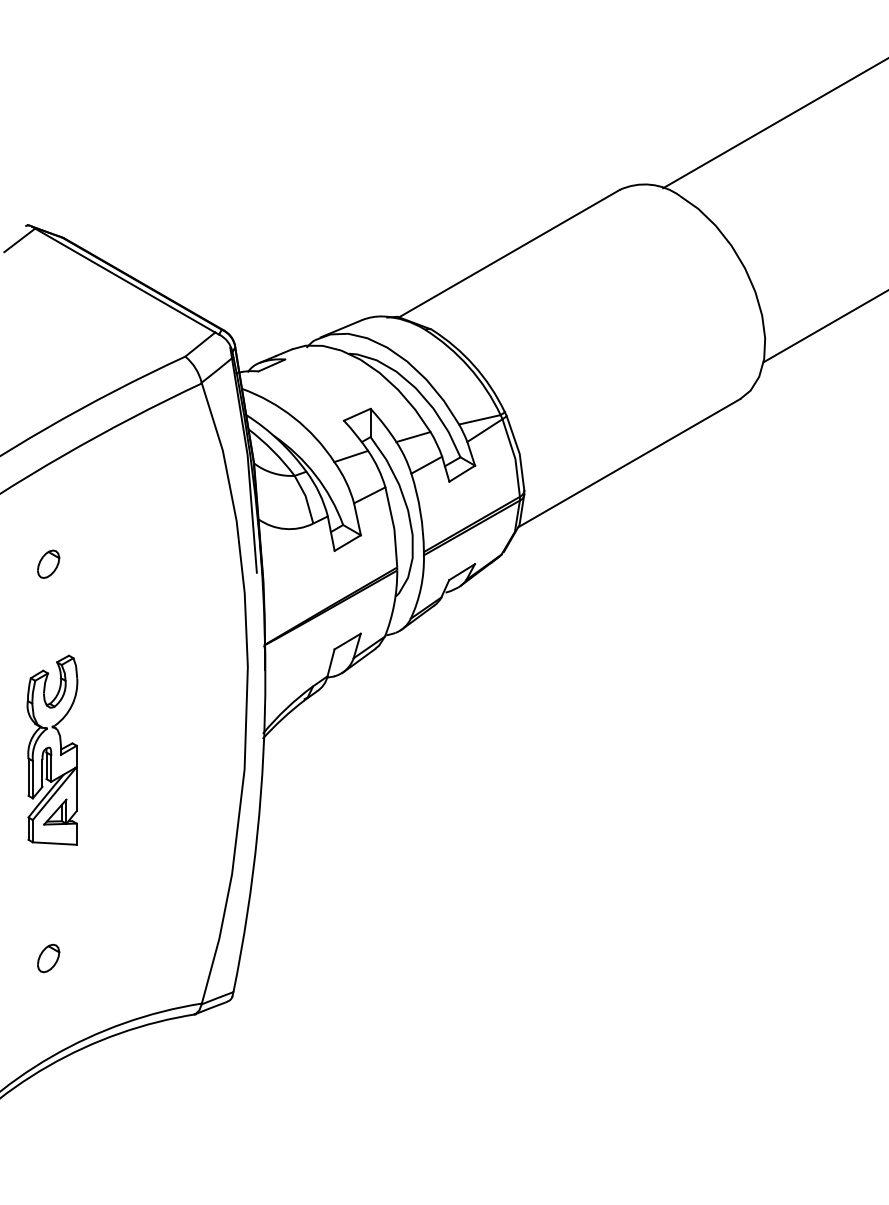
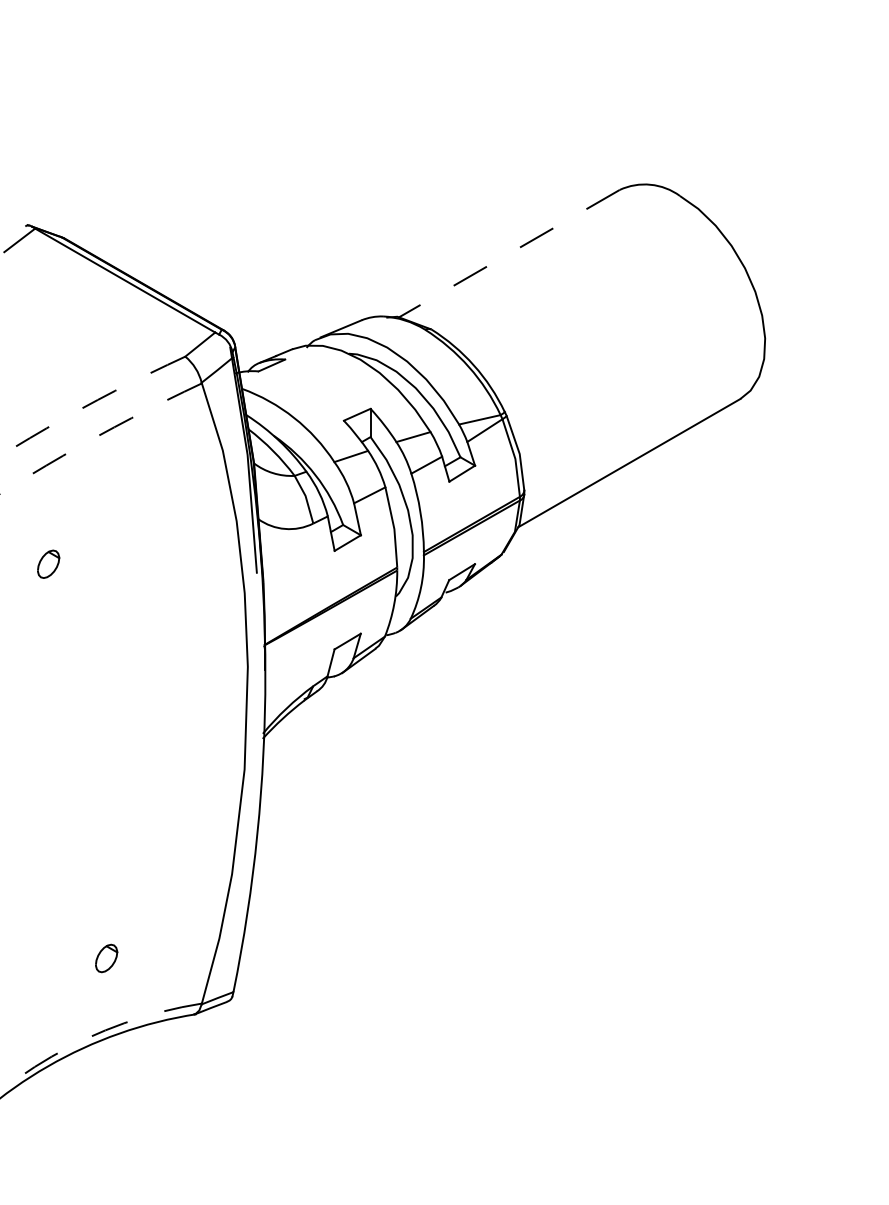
line at (774, 123): present -> none
line at (508, 253): solid -> dashed
line at (824, 326): present -> none
arc at (91, 403): solid -> dashed
arc at (98, 435): solid -> dashed
part at (52, 749): present -> none
part at (48, 958) position: (48, 958) -> (106, 958)
arc at (95, 1034): solid -> dashed
